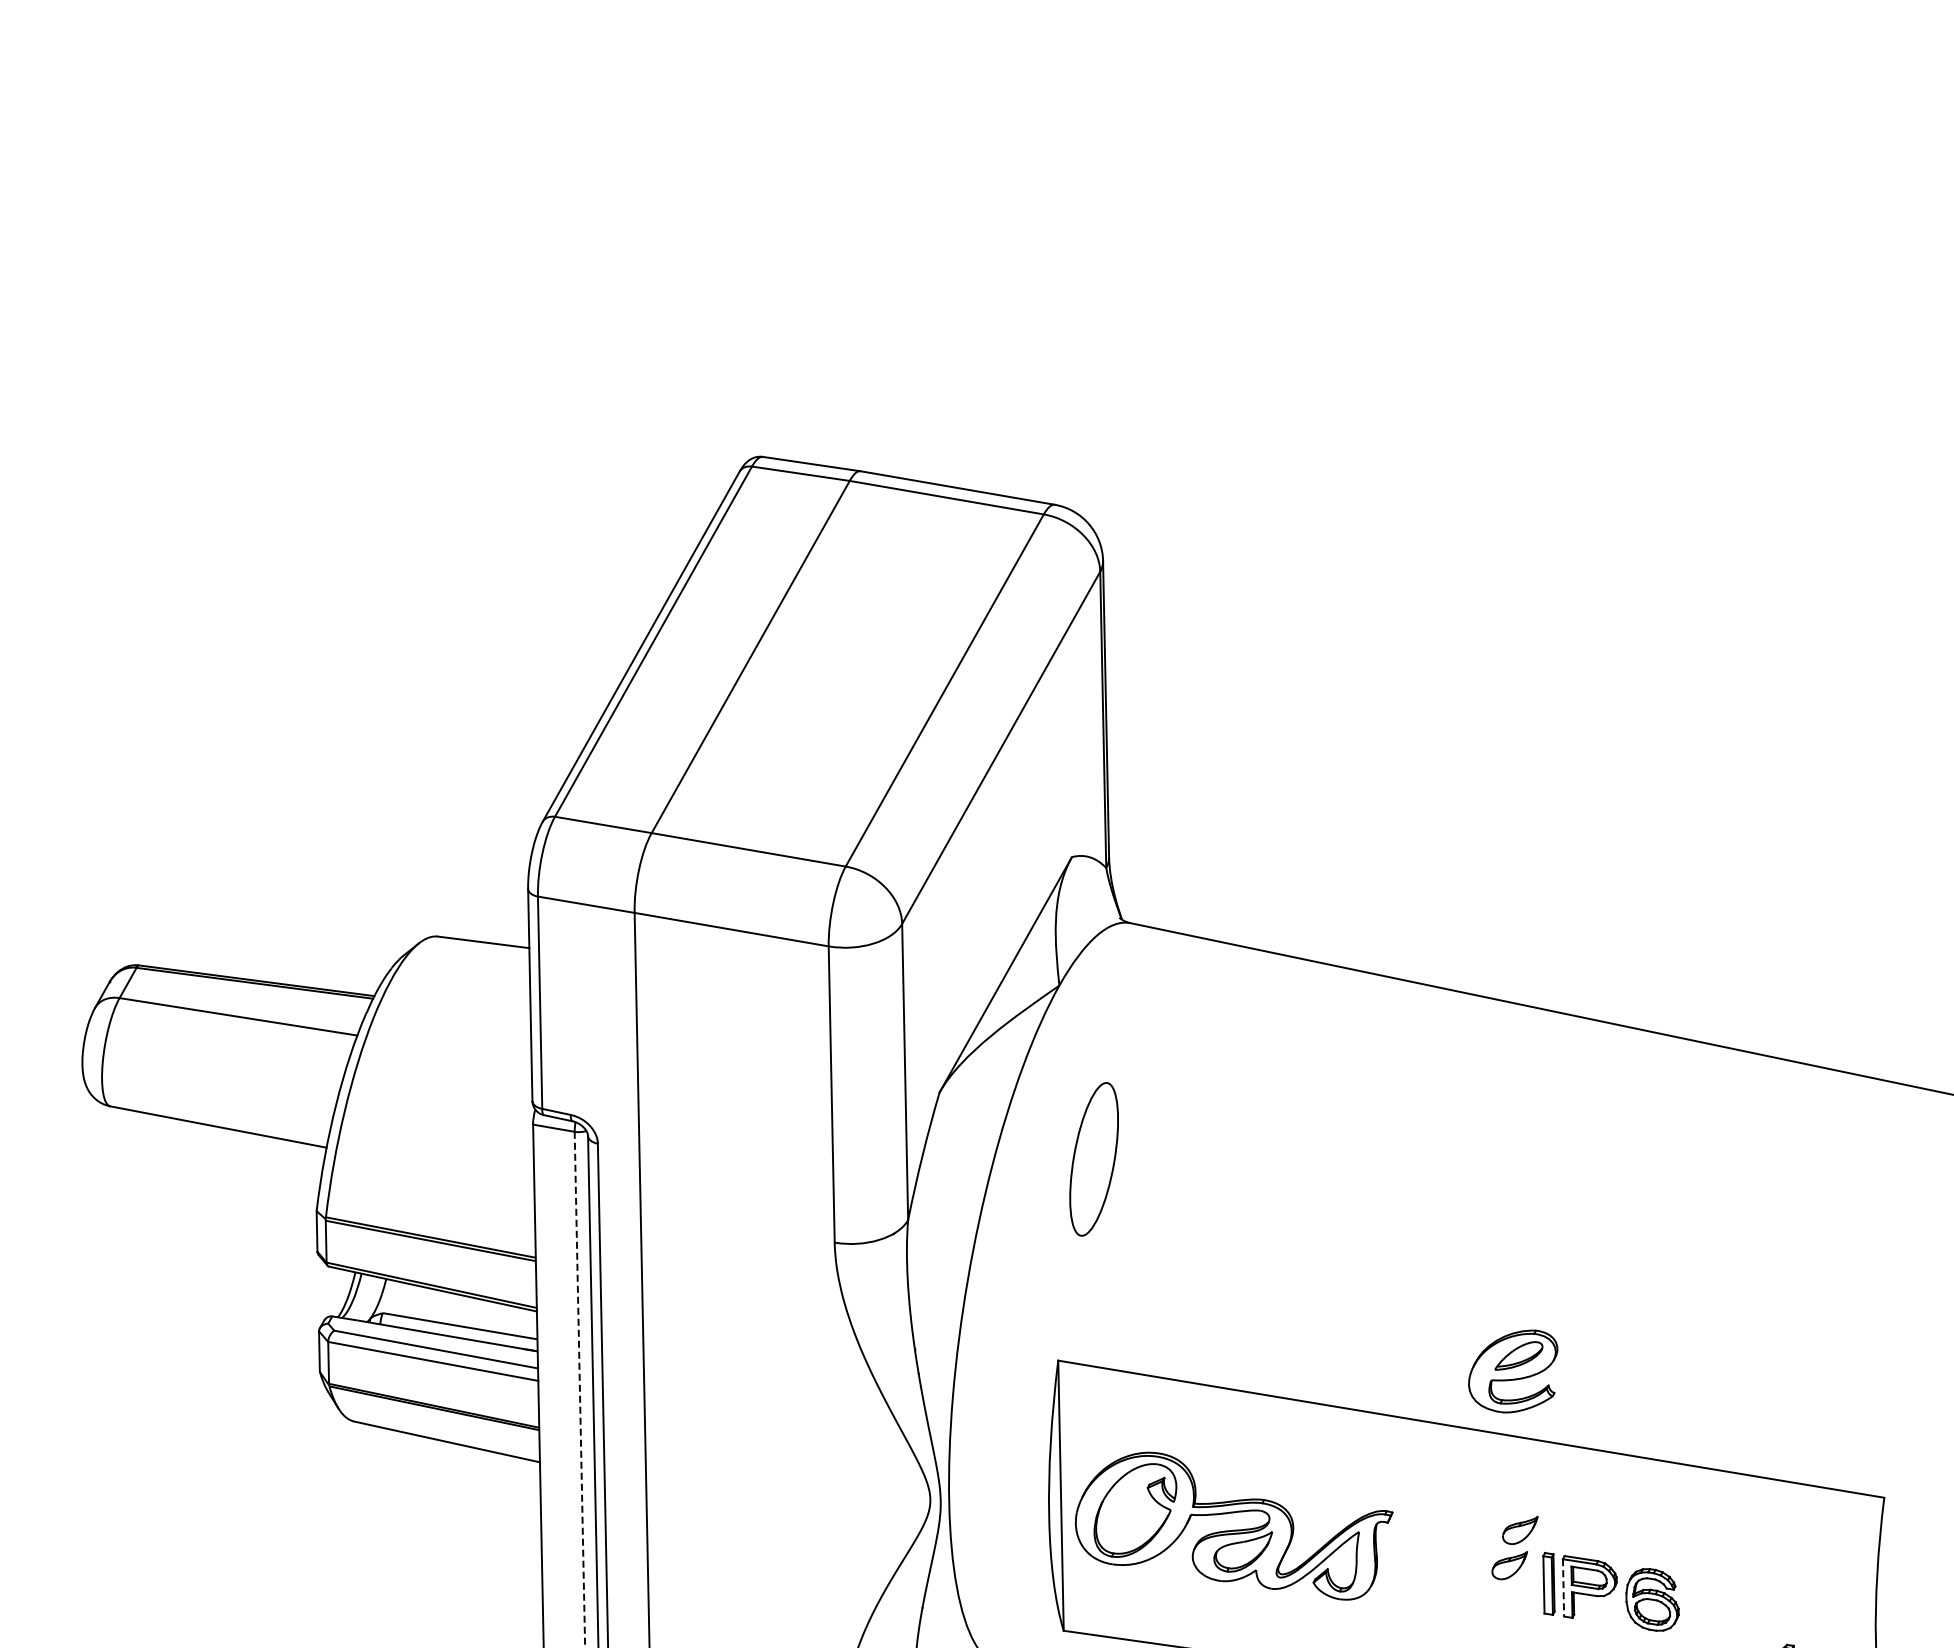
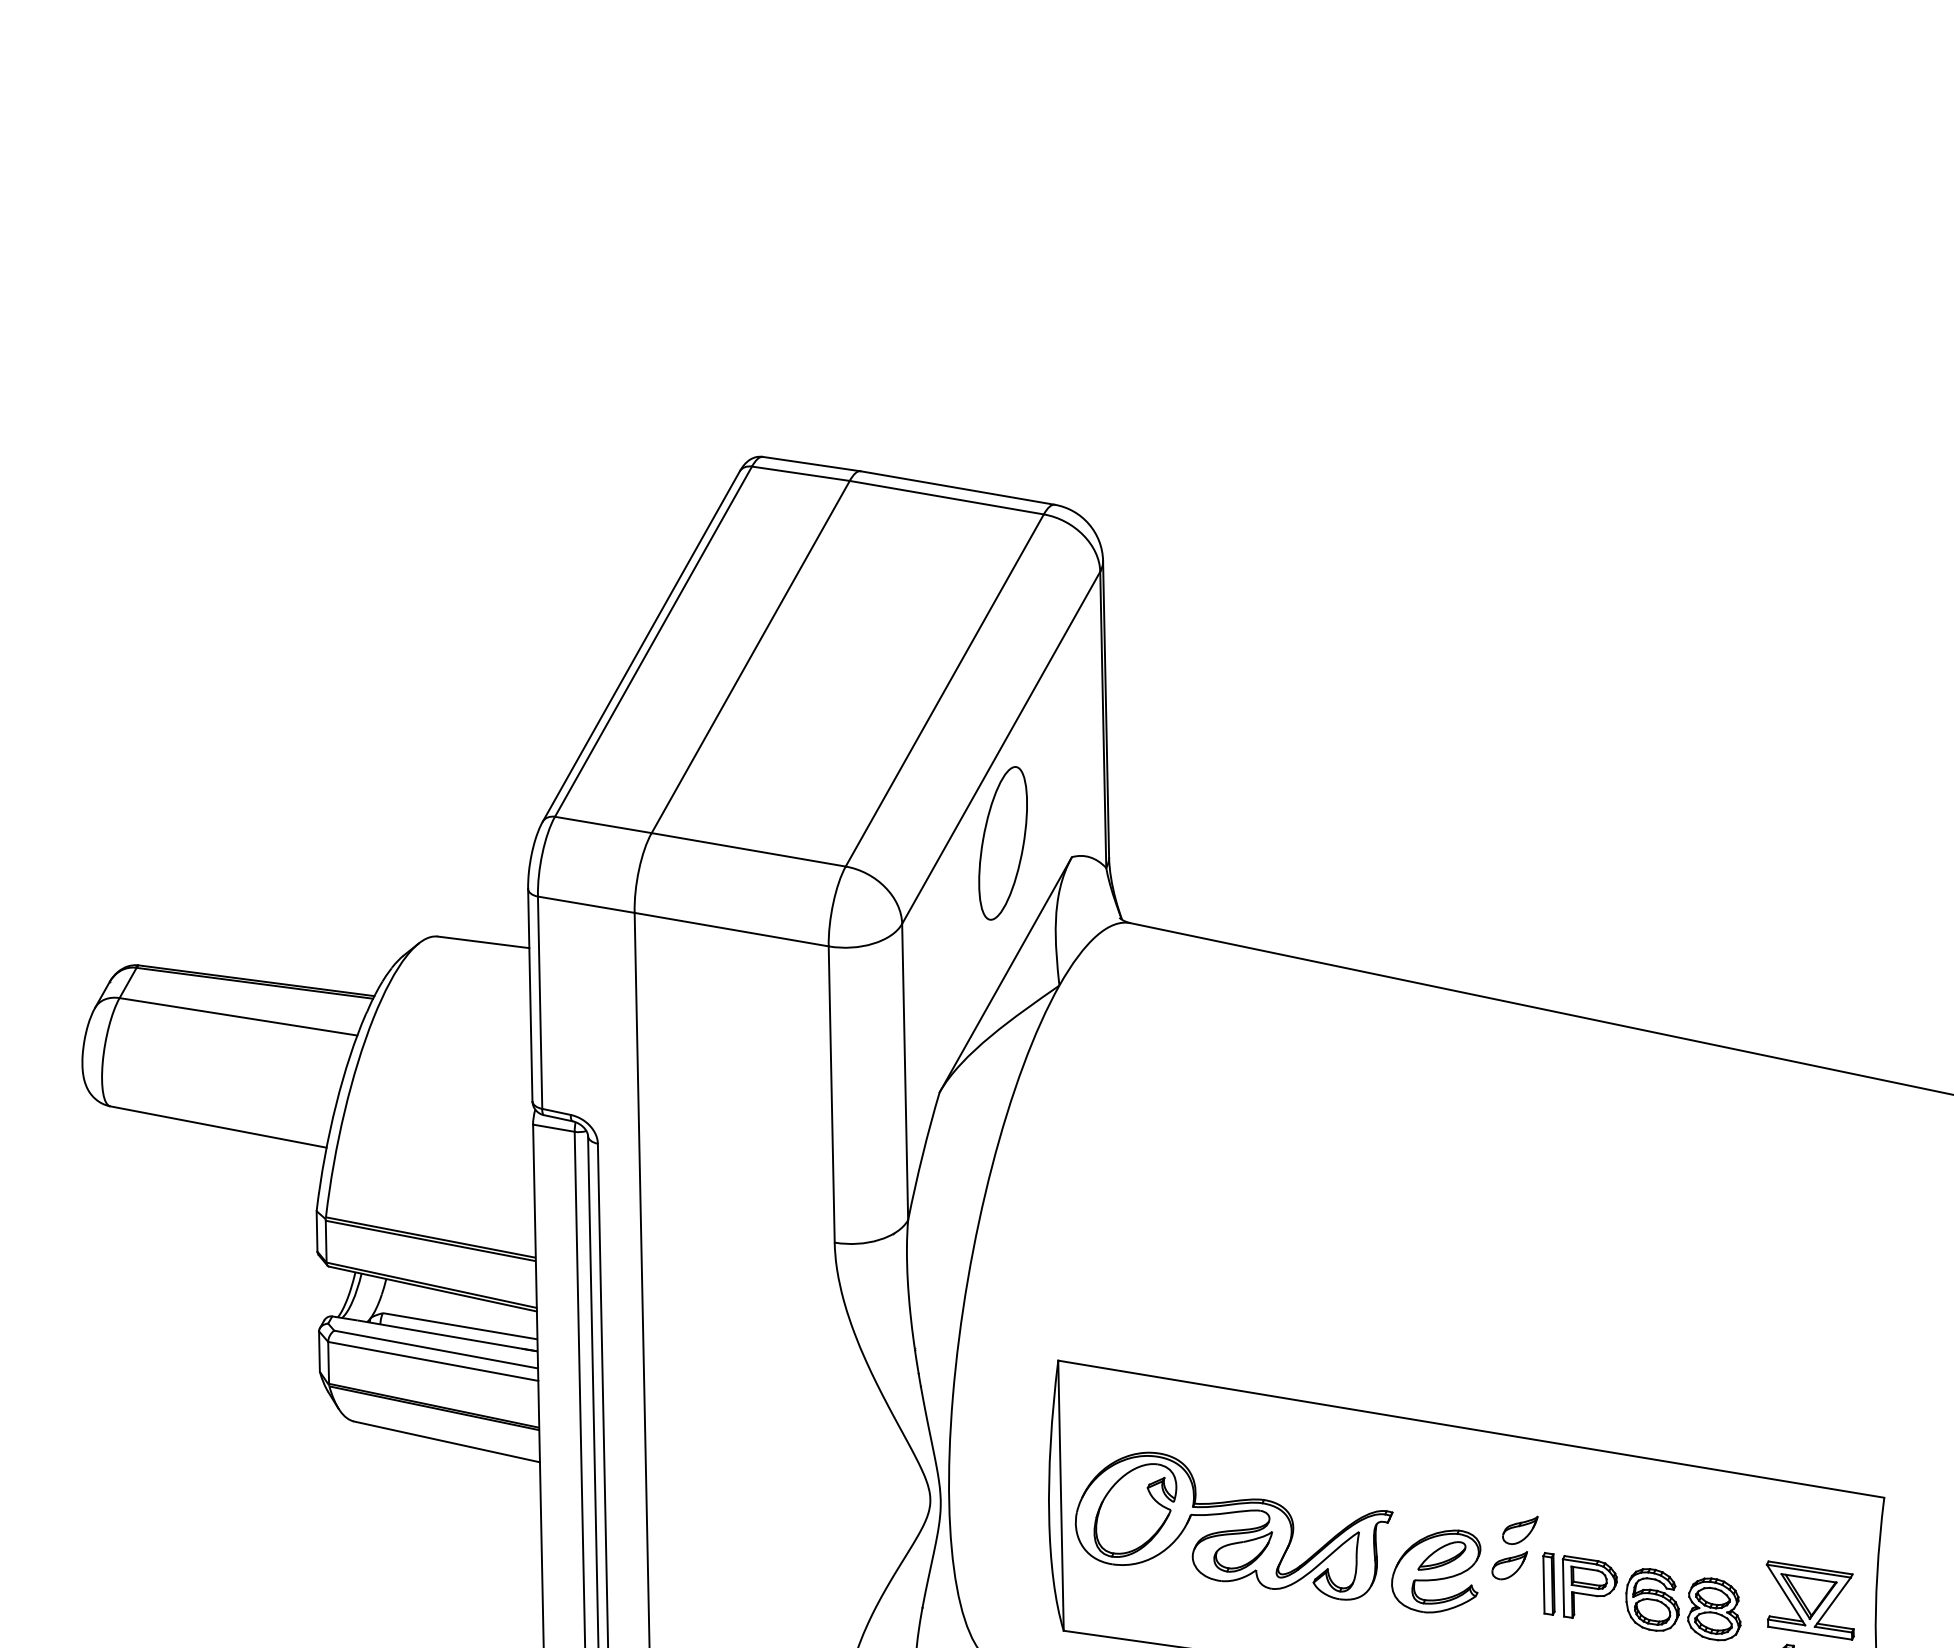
part at (1093, 1159) position: (1093, 1159) -> (1002, 843)
part at (1513, 1371) position: (1513, 1371) -> (1436, 1571)
line at (579, 1389): dashed -> solid
line at (1563, 1587): dashed -> solid
part at (1809, 1600): none -> present
part at (1714, 1609): none -> present
